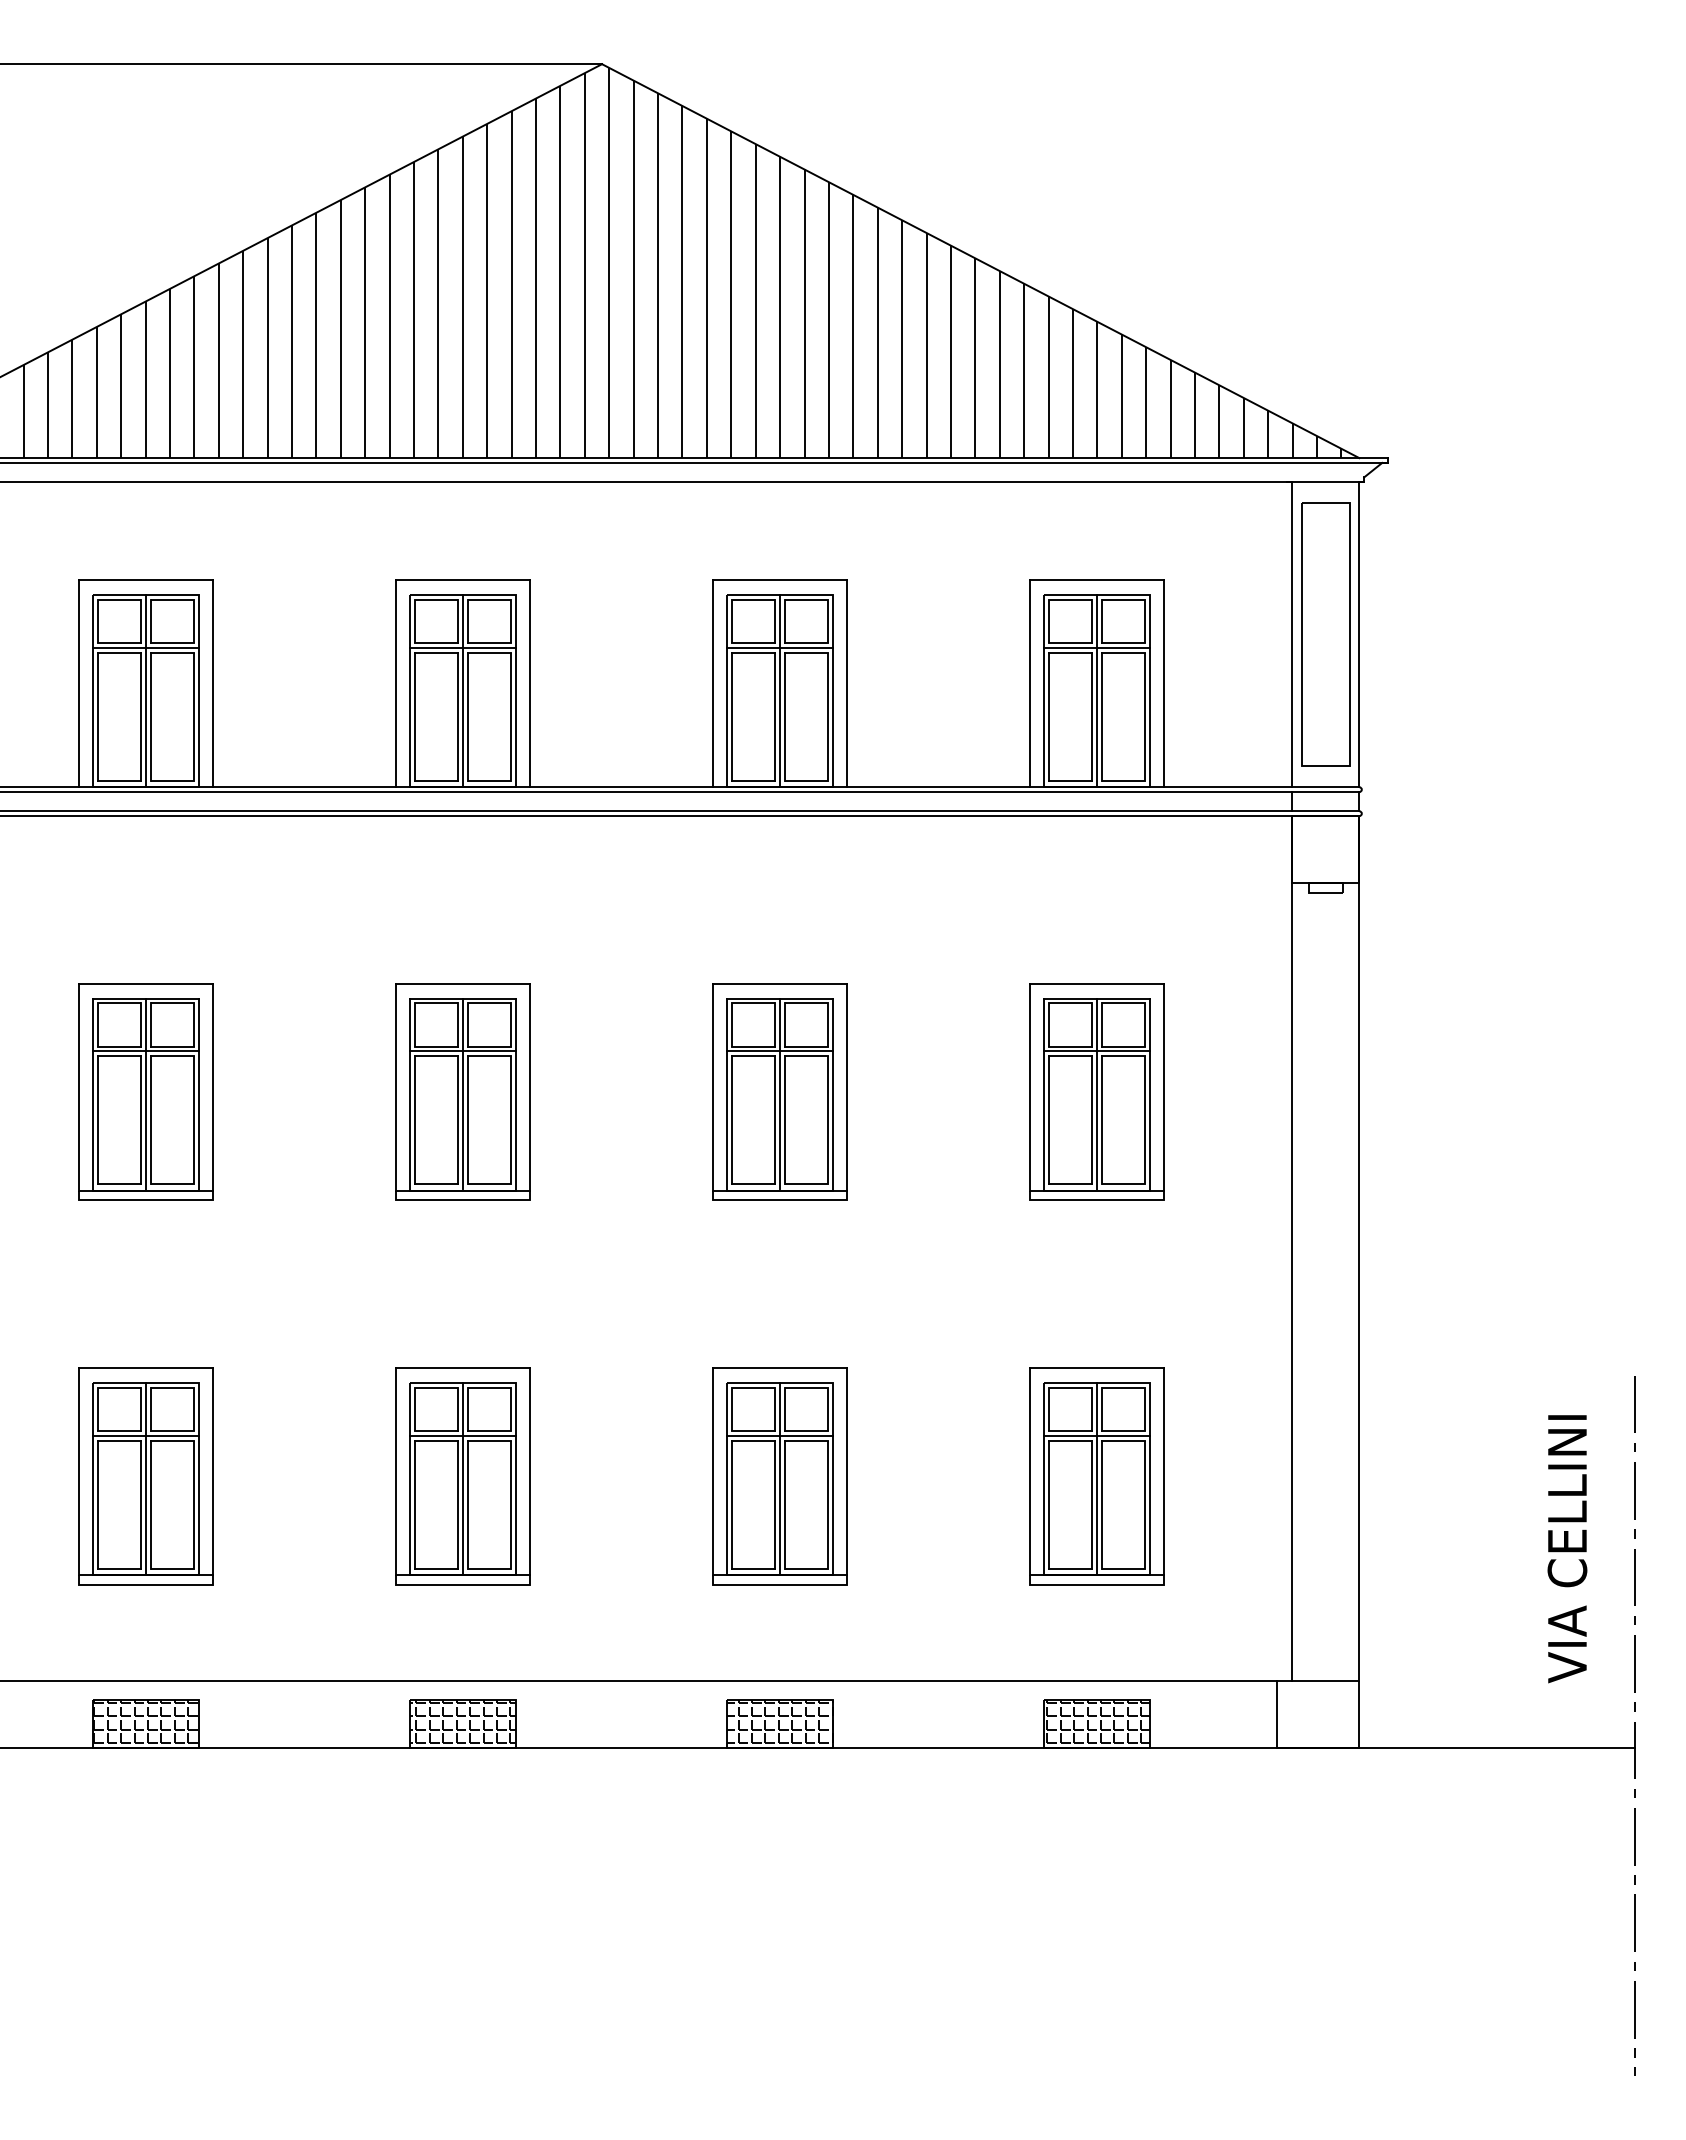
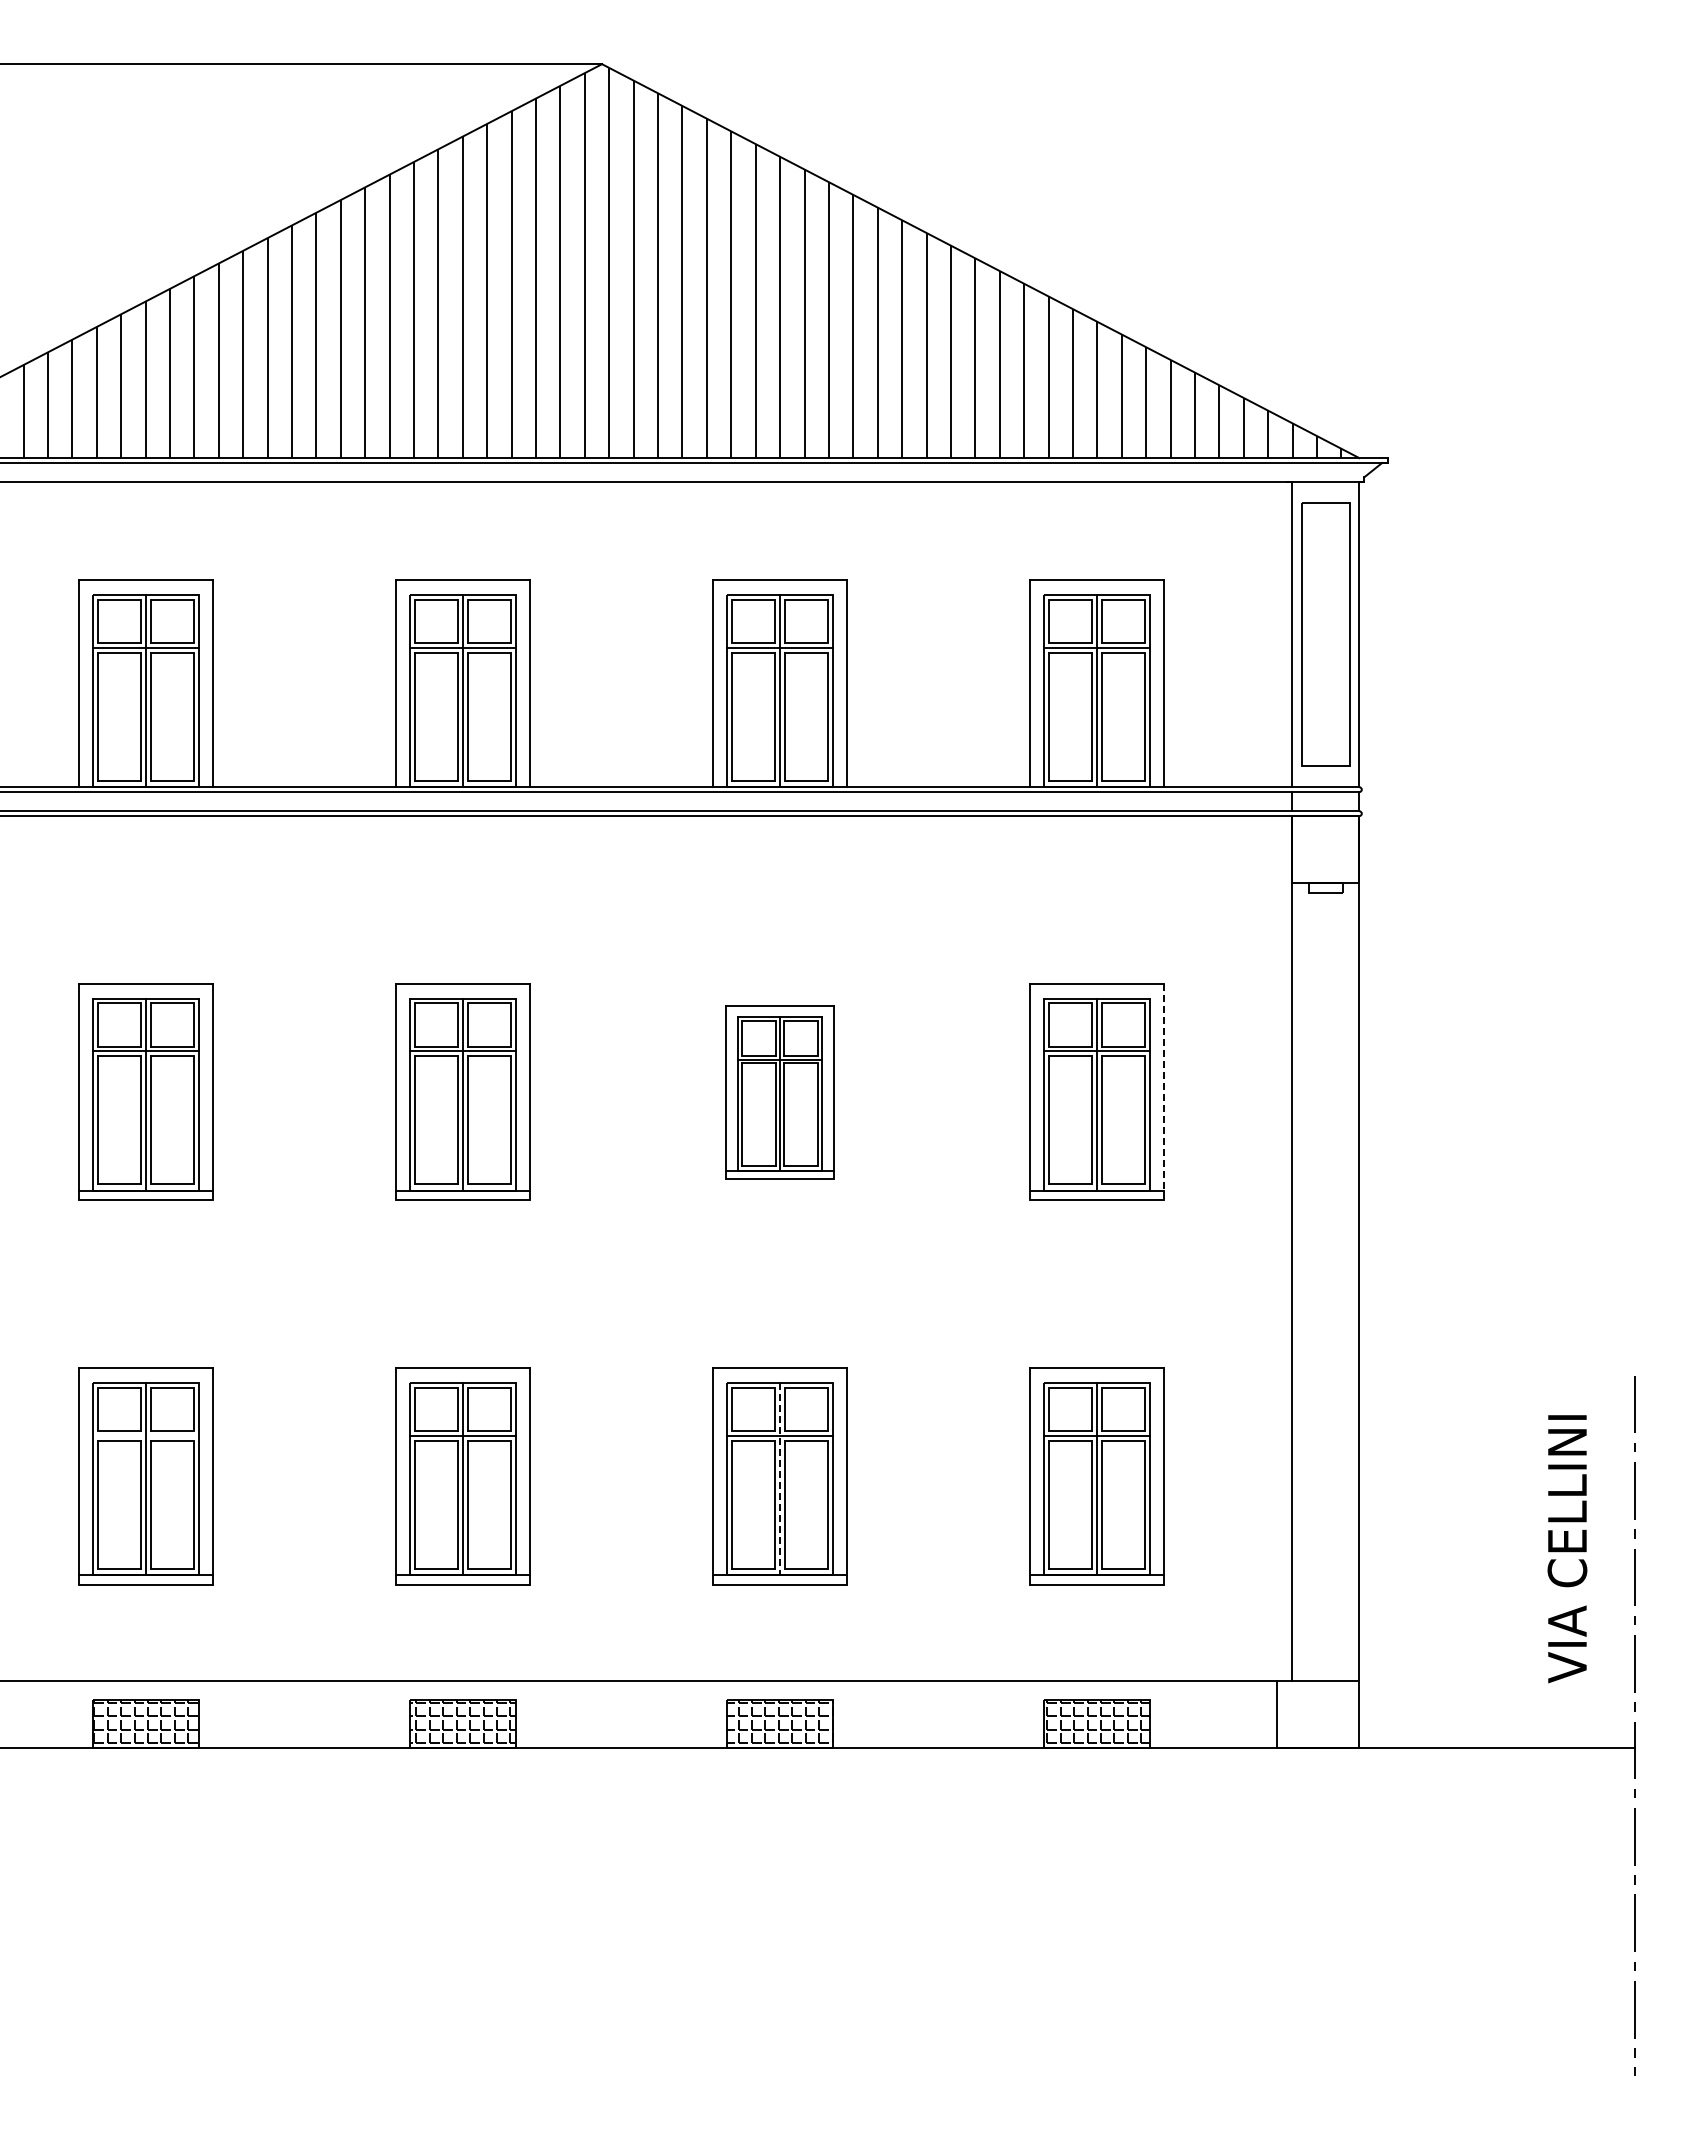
line at (1164, 1087): solid -> dashed
part at (779, 1091) size: 136x218 px -> 110x175 px
line at (145, 1435): present -> none
line at (780, 1478): solid -> dashed
